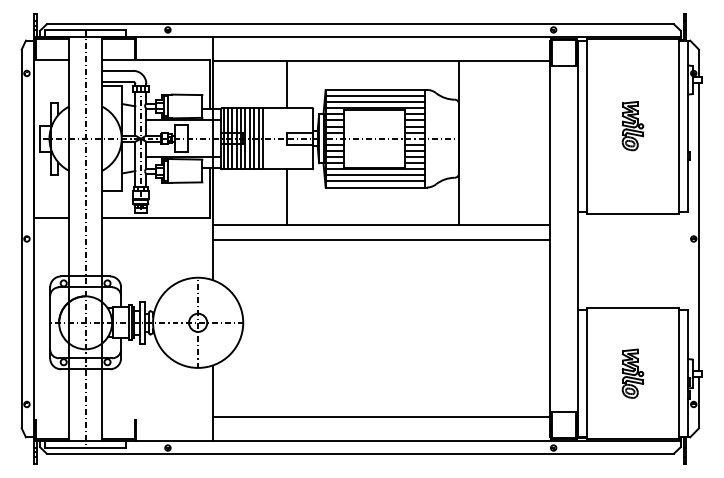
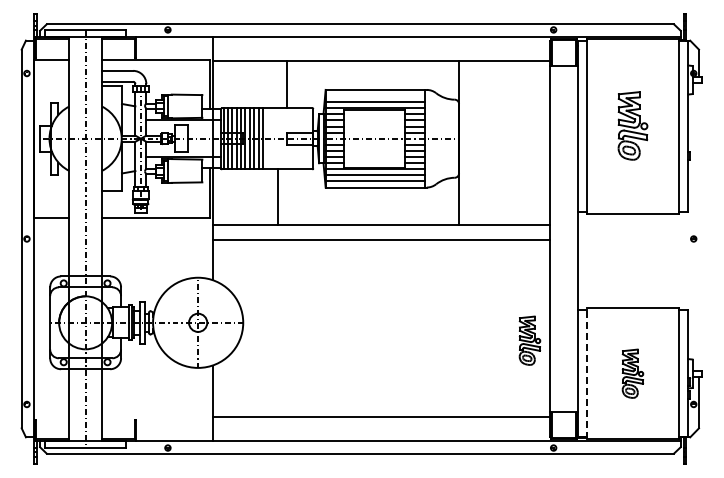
line at (374, 96): present -> none
part at (632, 126) size: 24x51 px -> 32x70 px
line at (287, 196) position: (287, 196) -> (278, 196)
line at (698, 226): present -> none
part at (529, 340): none -> present
line at (586, 373): solid -> dashed
